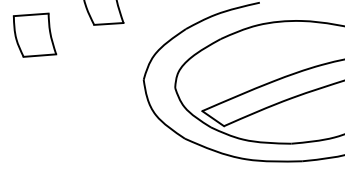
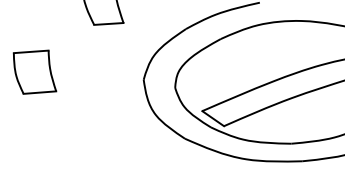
part at (34, 34) position: (34, 34) -> (34, 71)
